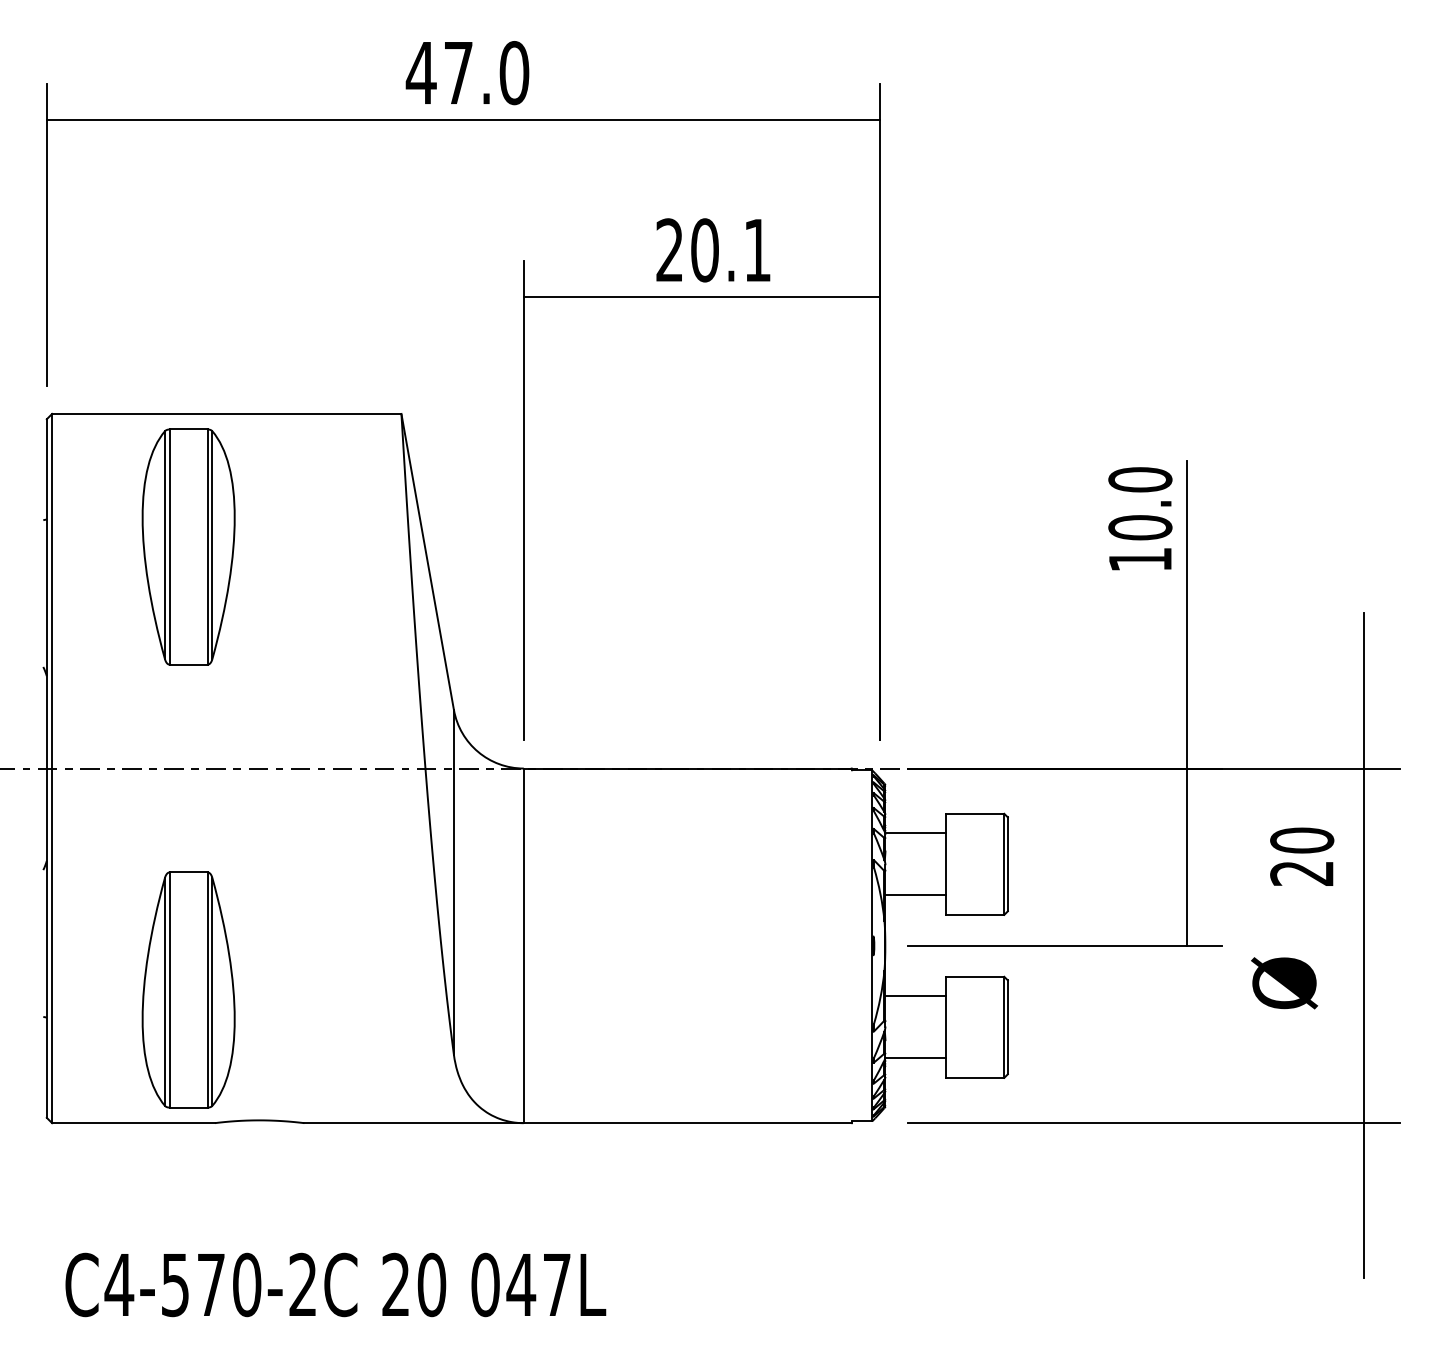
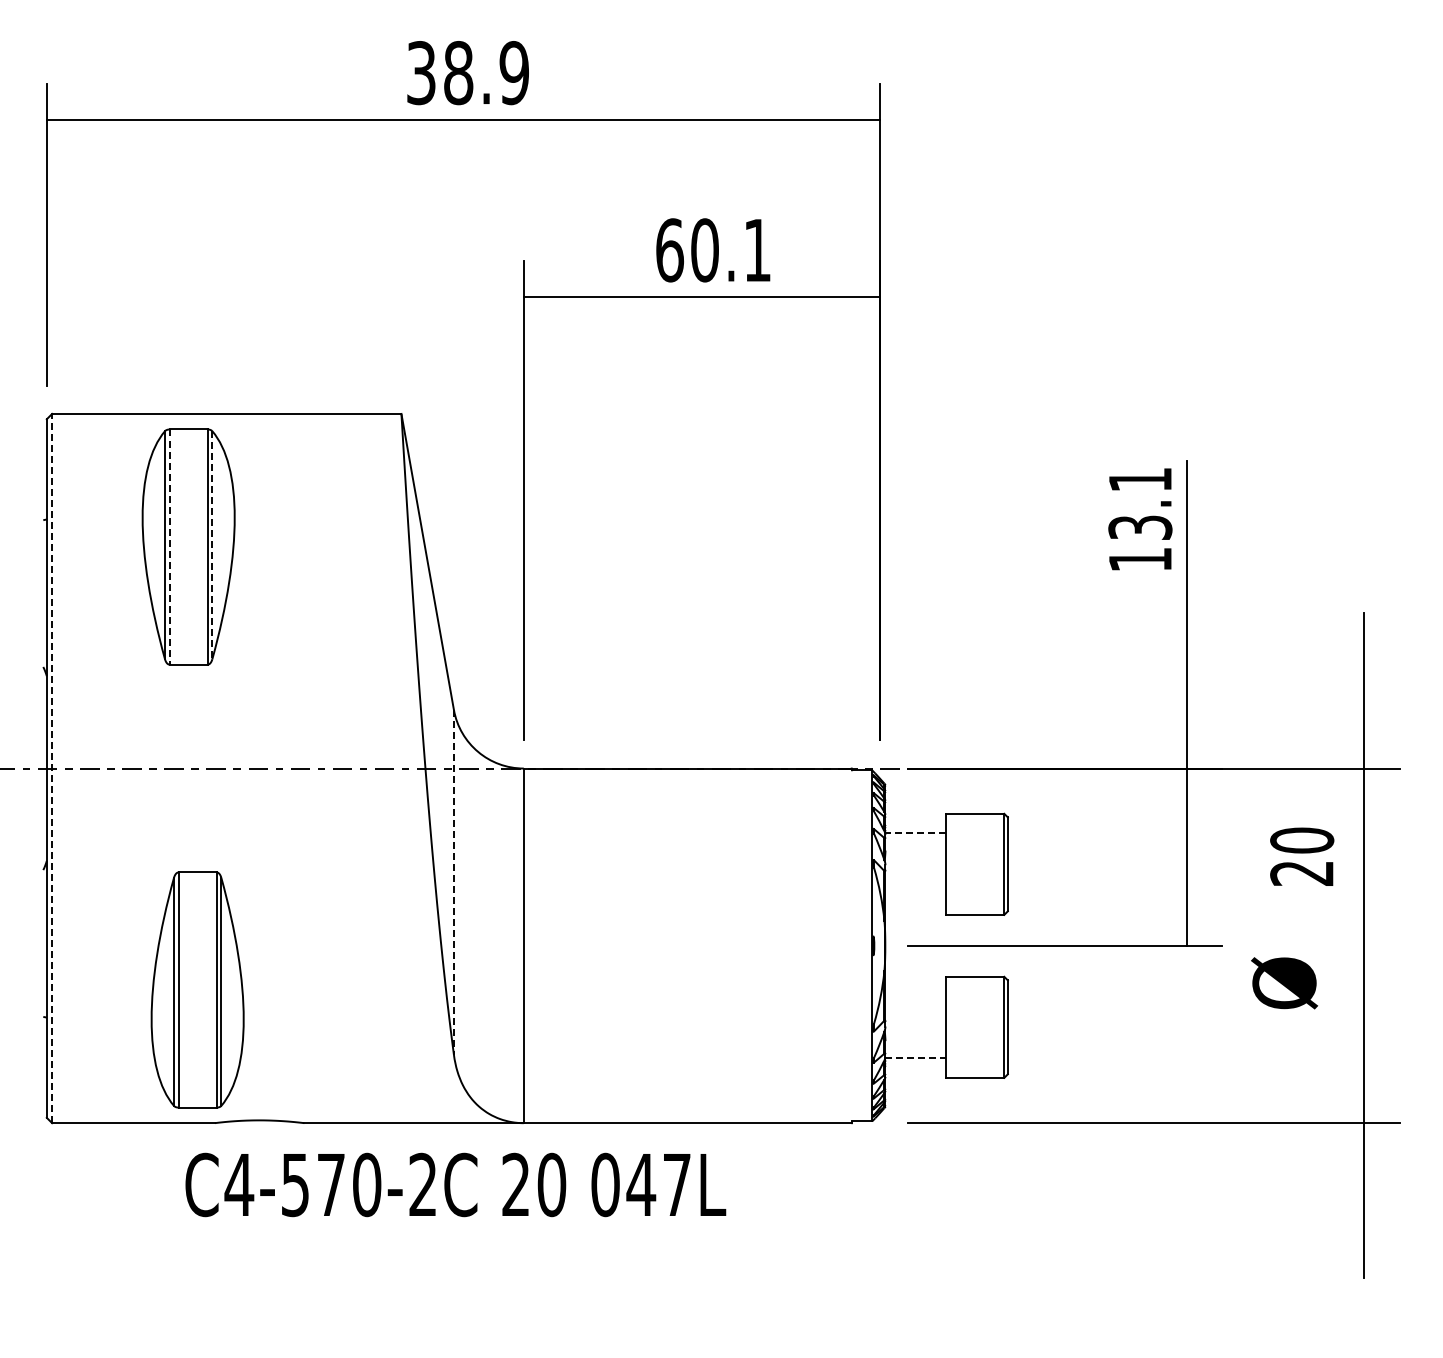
text at (467, 73): 47.0 -> 38.9
text at (669, 250): 20.1 -> 60.1
text at (1140, 503): 10.0 -> 13.1
line at (212, 545): solid -> dashed
line at (169, 547): solid -> dashed
line at (52, 768): solid -> dashed
line at (915, 833): solid -> dashed
line at (453, 882): solid -> dashed
line at (915, 895): present -> none
part at (188, 989) position: (188, 989) -> (197, 989)
line at (915, 996): present -> none
line at (915, 1058): solid -> dashed
text at (335, 1284) position: (335, 1284) -> (455, 1184)
